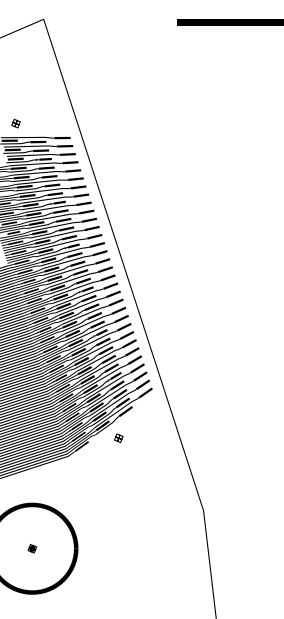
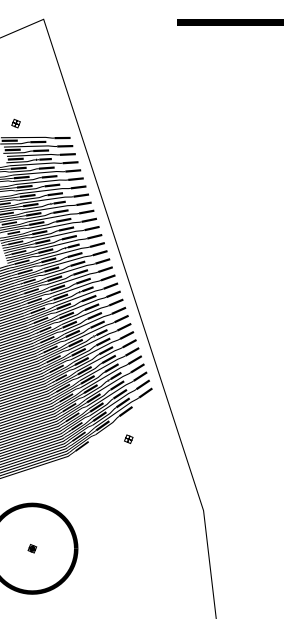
part at (118, 437) position: (118, 437) -> (128, 438)
